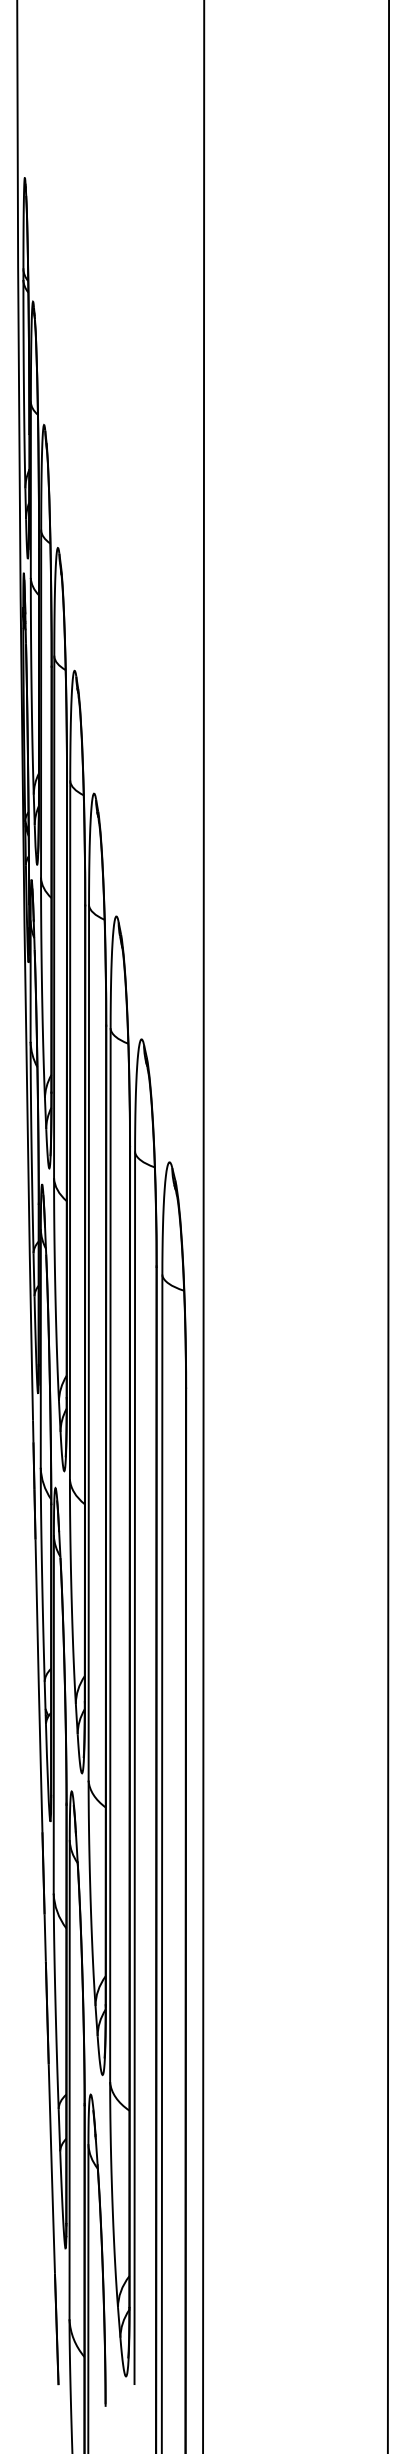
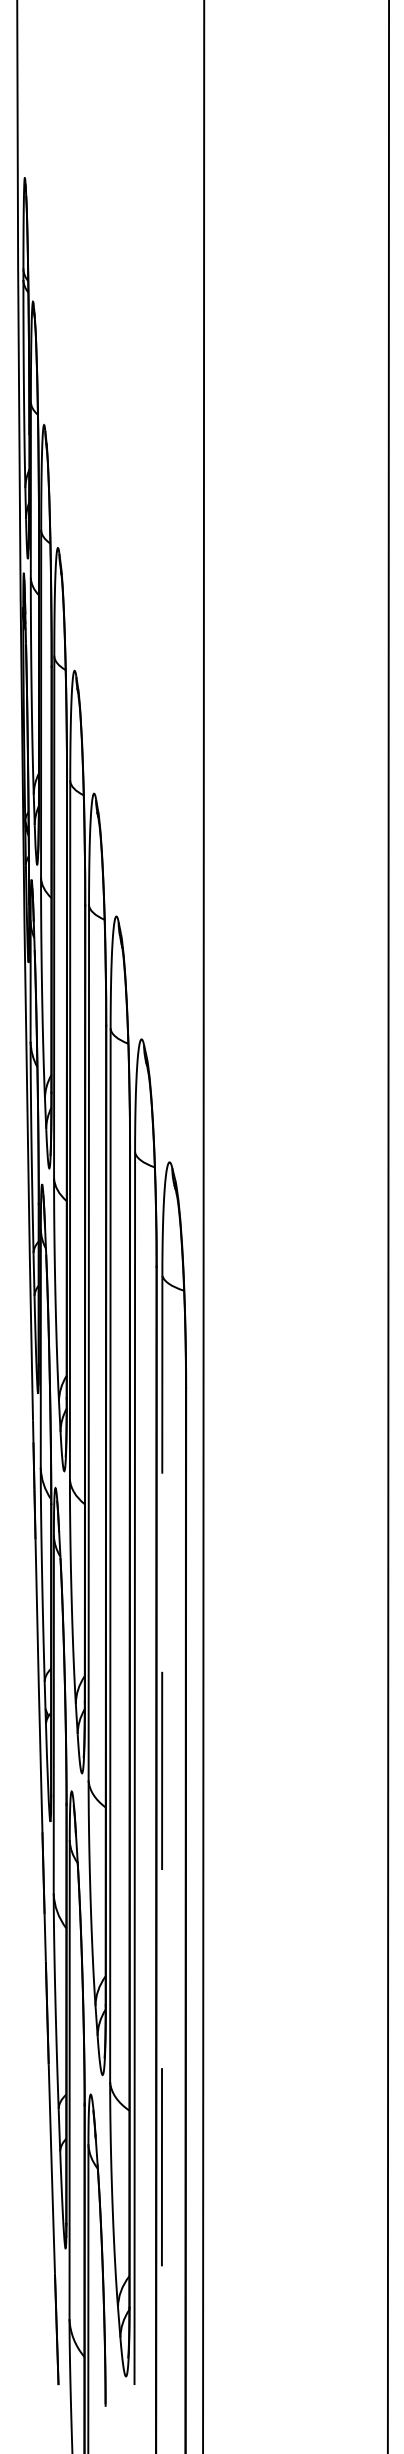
line at (162, 1864): solid -> dashed
